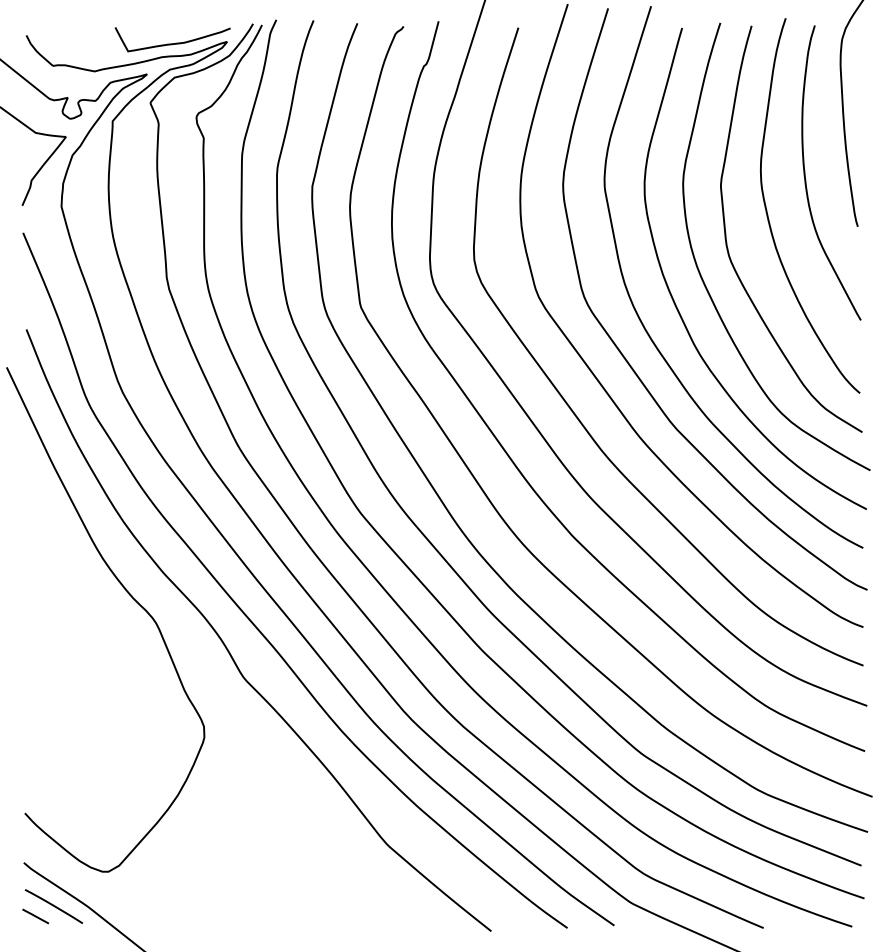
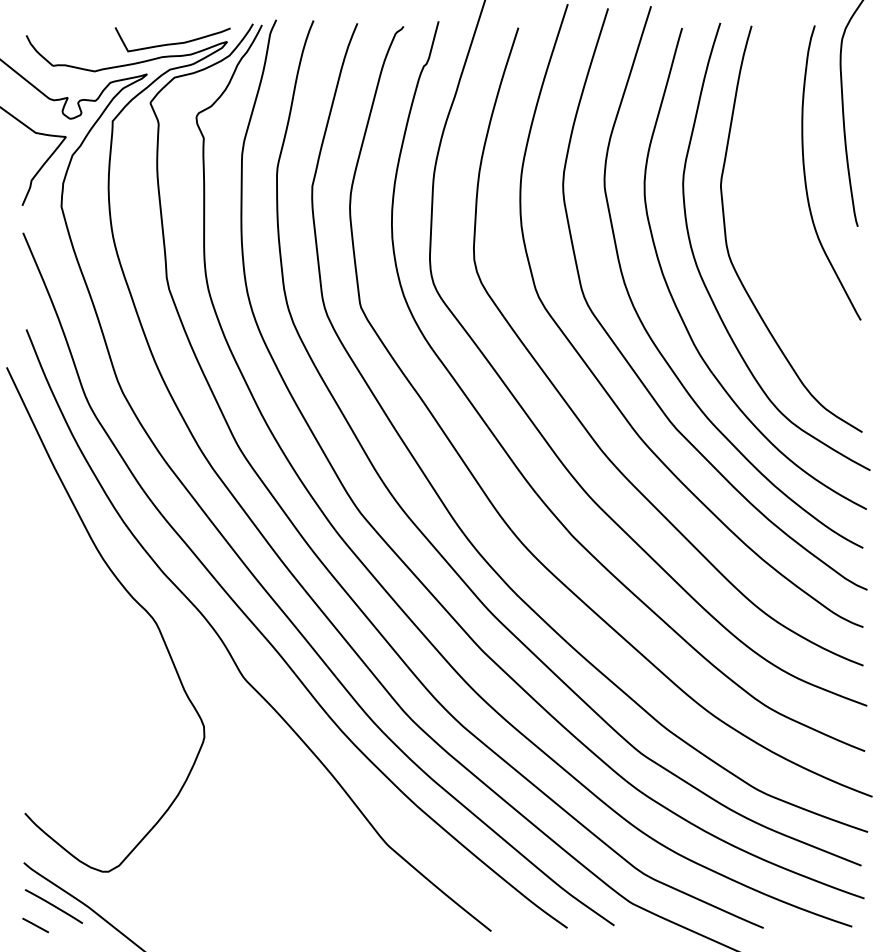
curve at (768, 214): present -> none
line at (35, 916) position: (35, 916) -> (35, 925)
